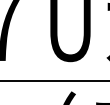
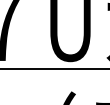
line at (54, 80) position: (54, 80) -> (54, 68)
